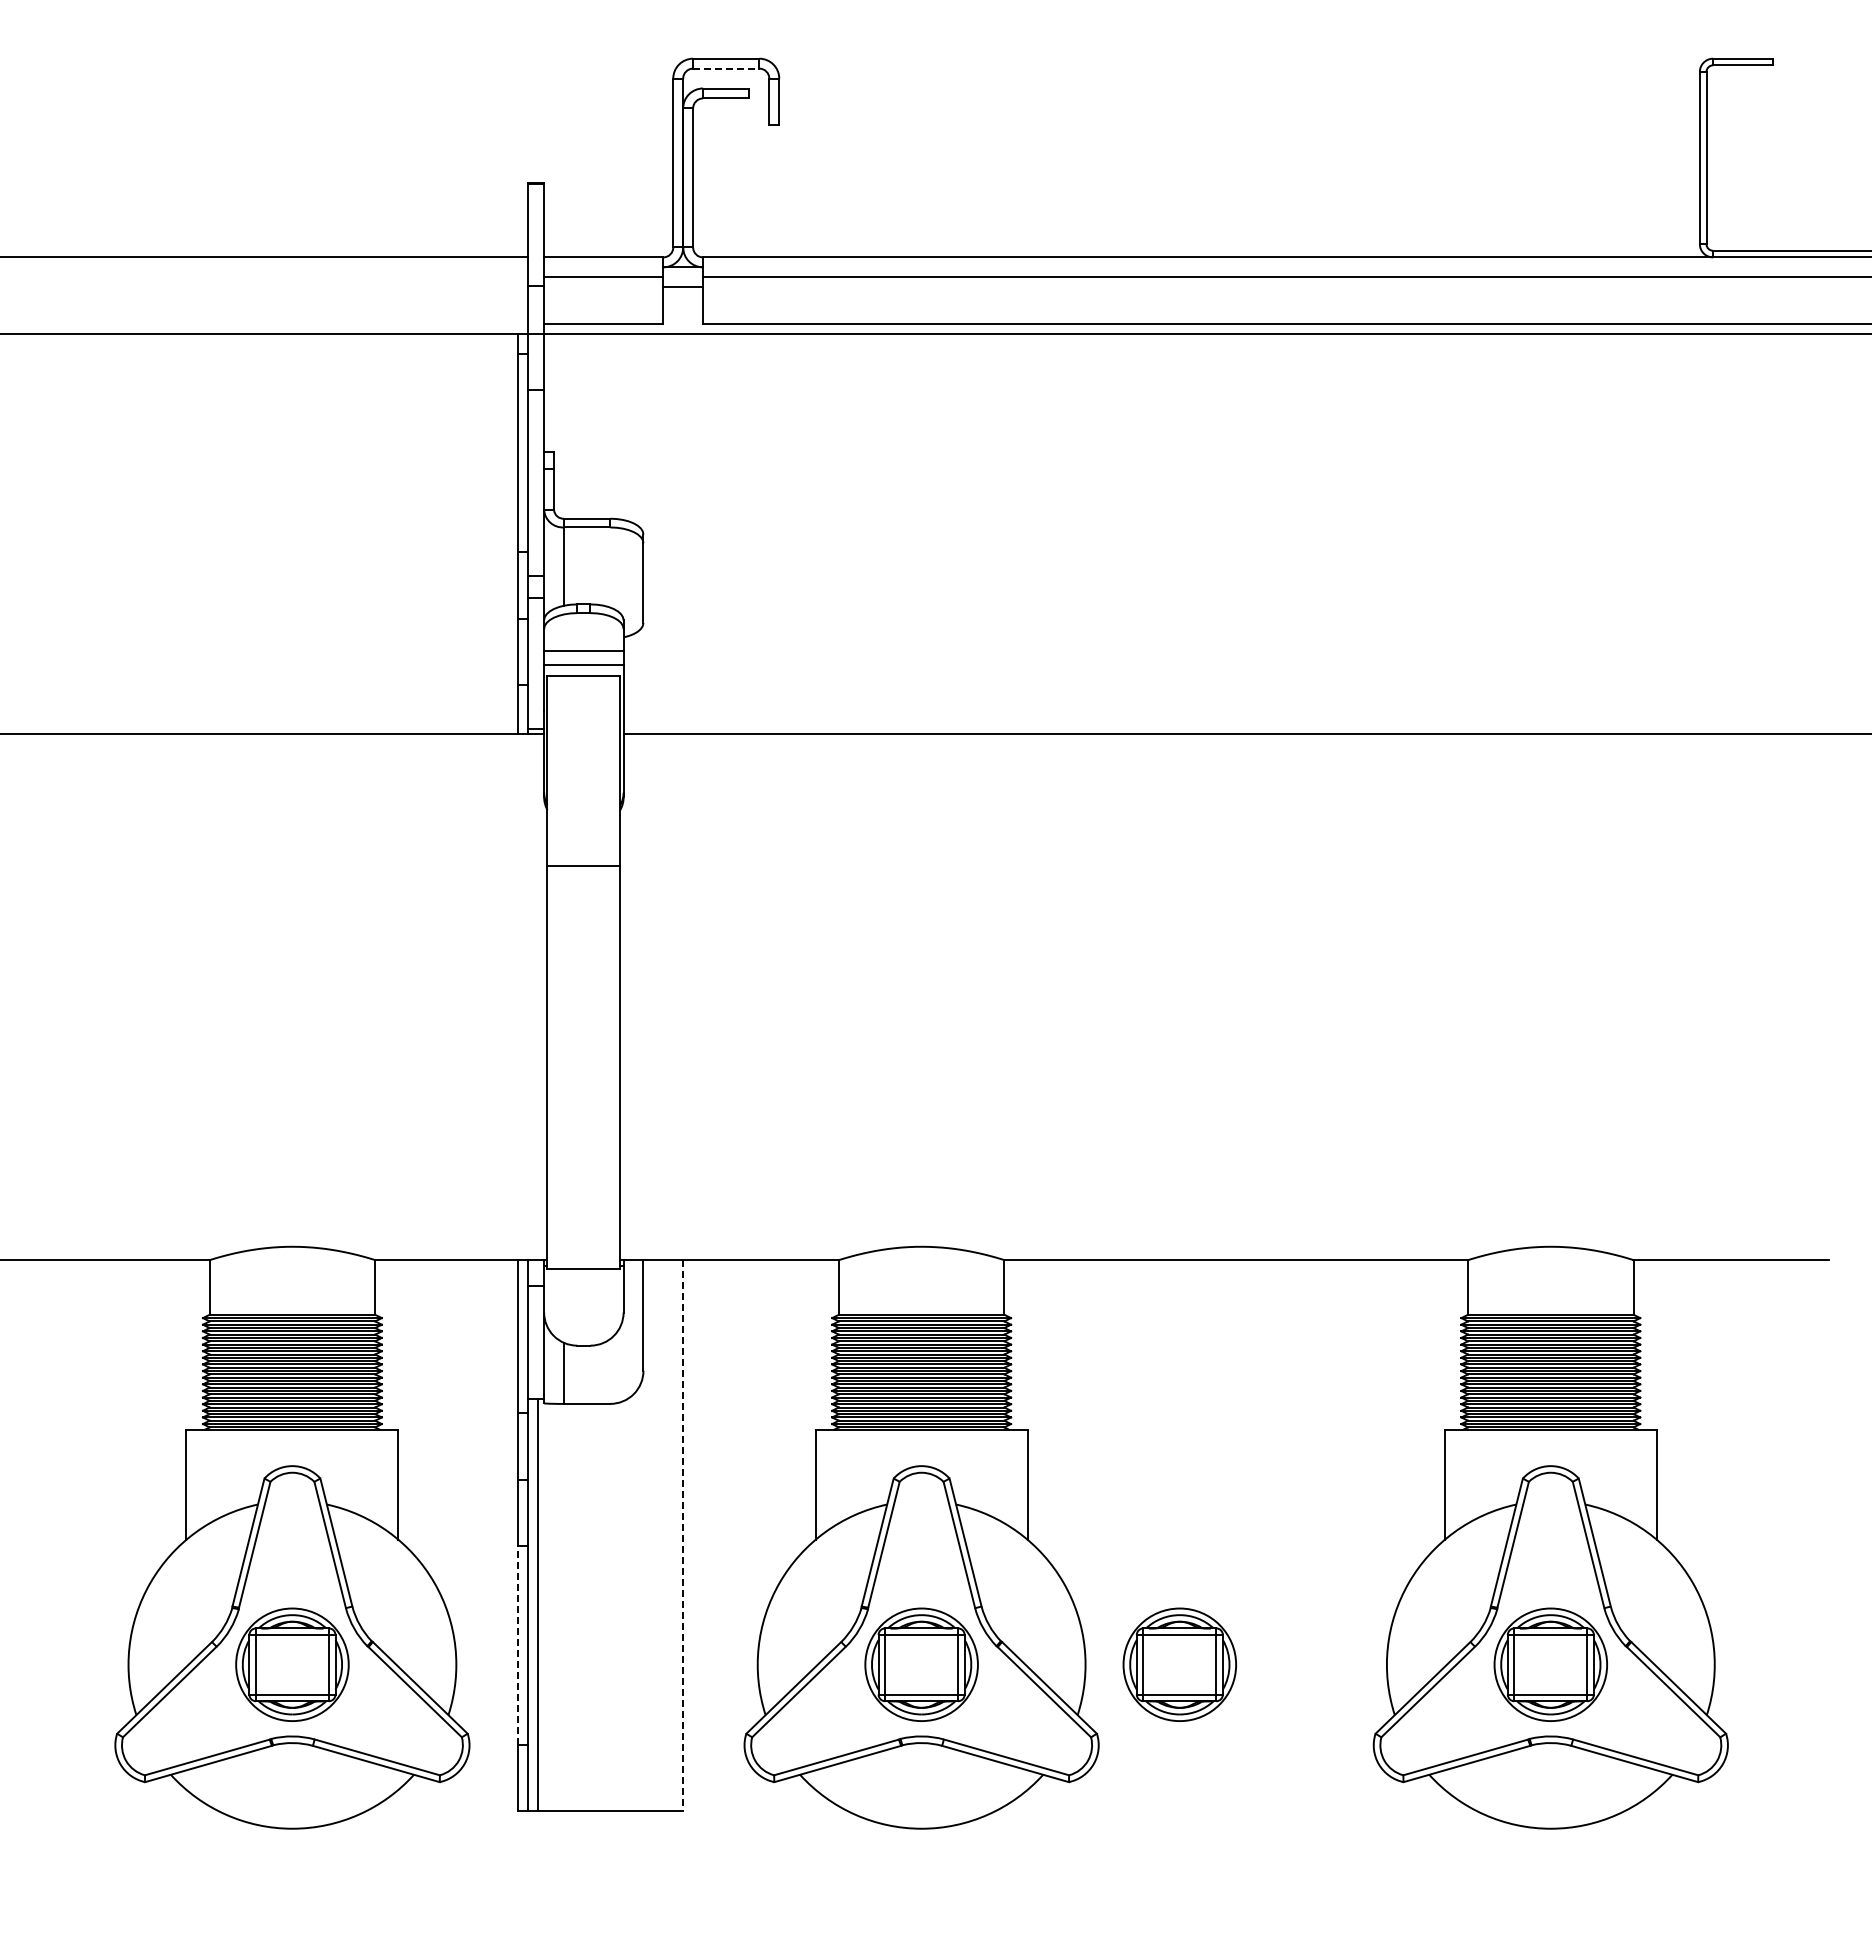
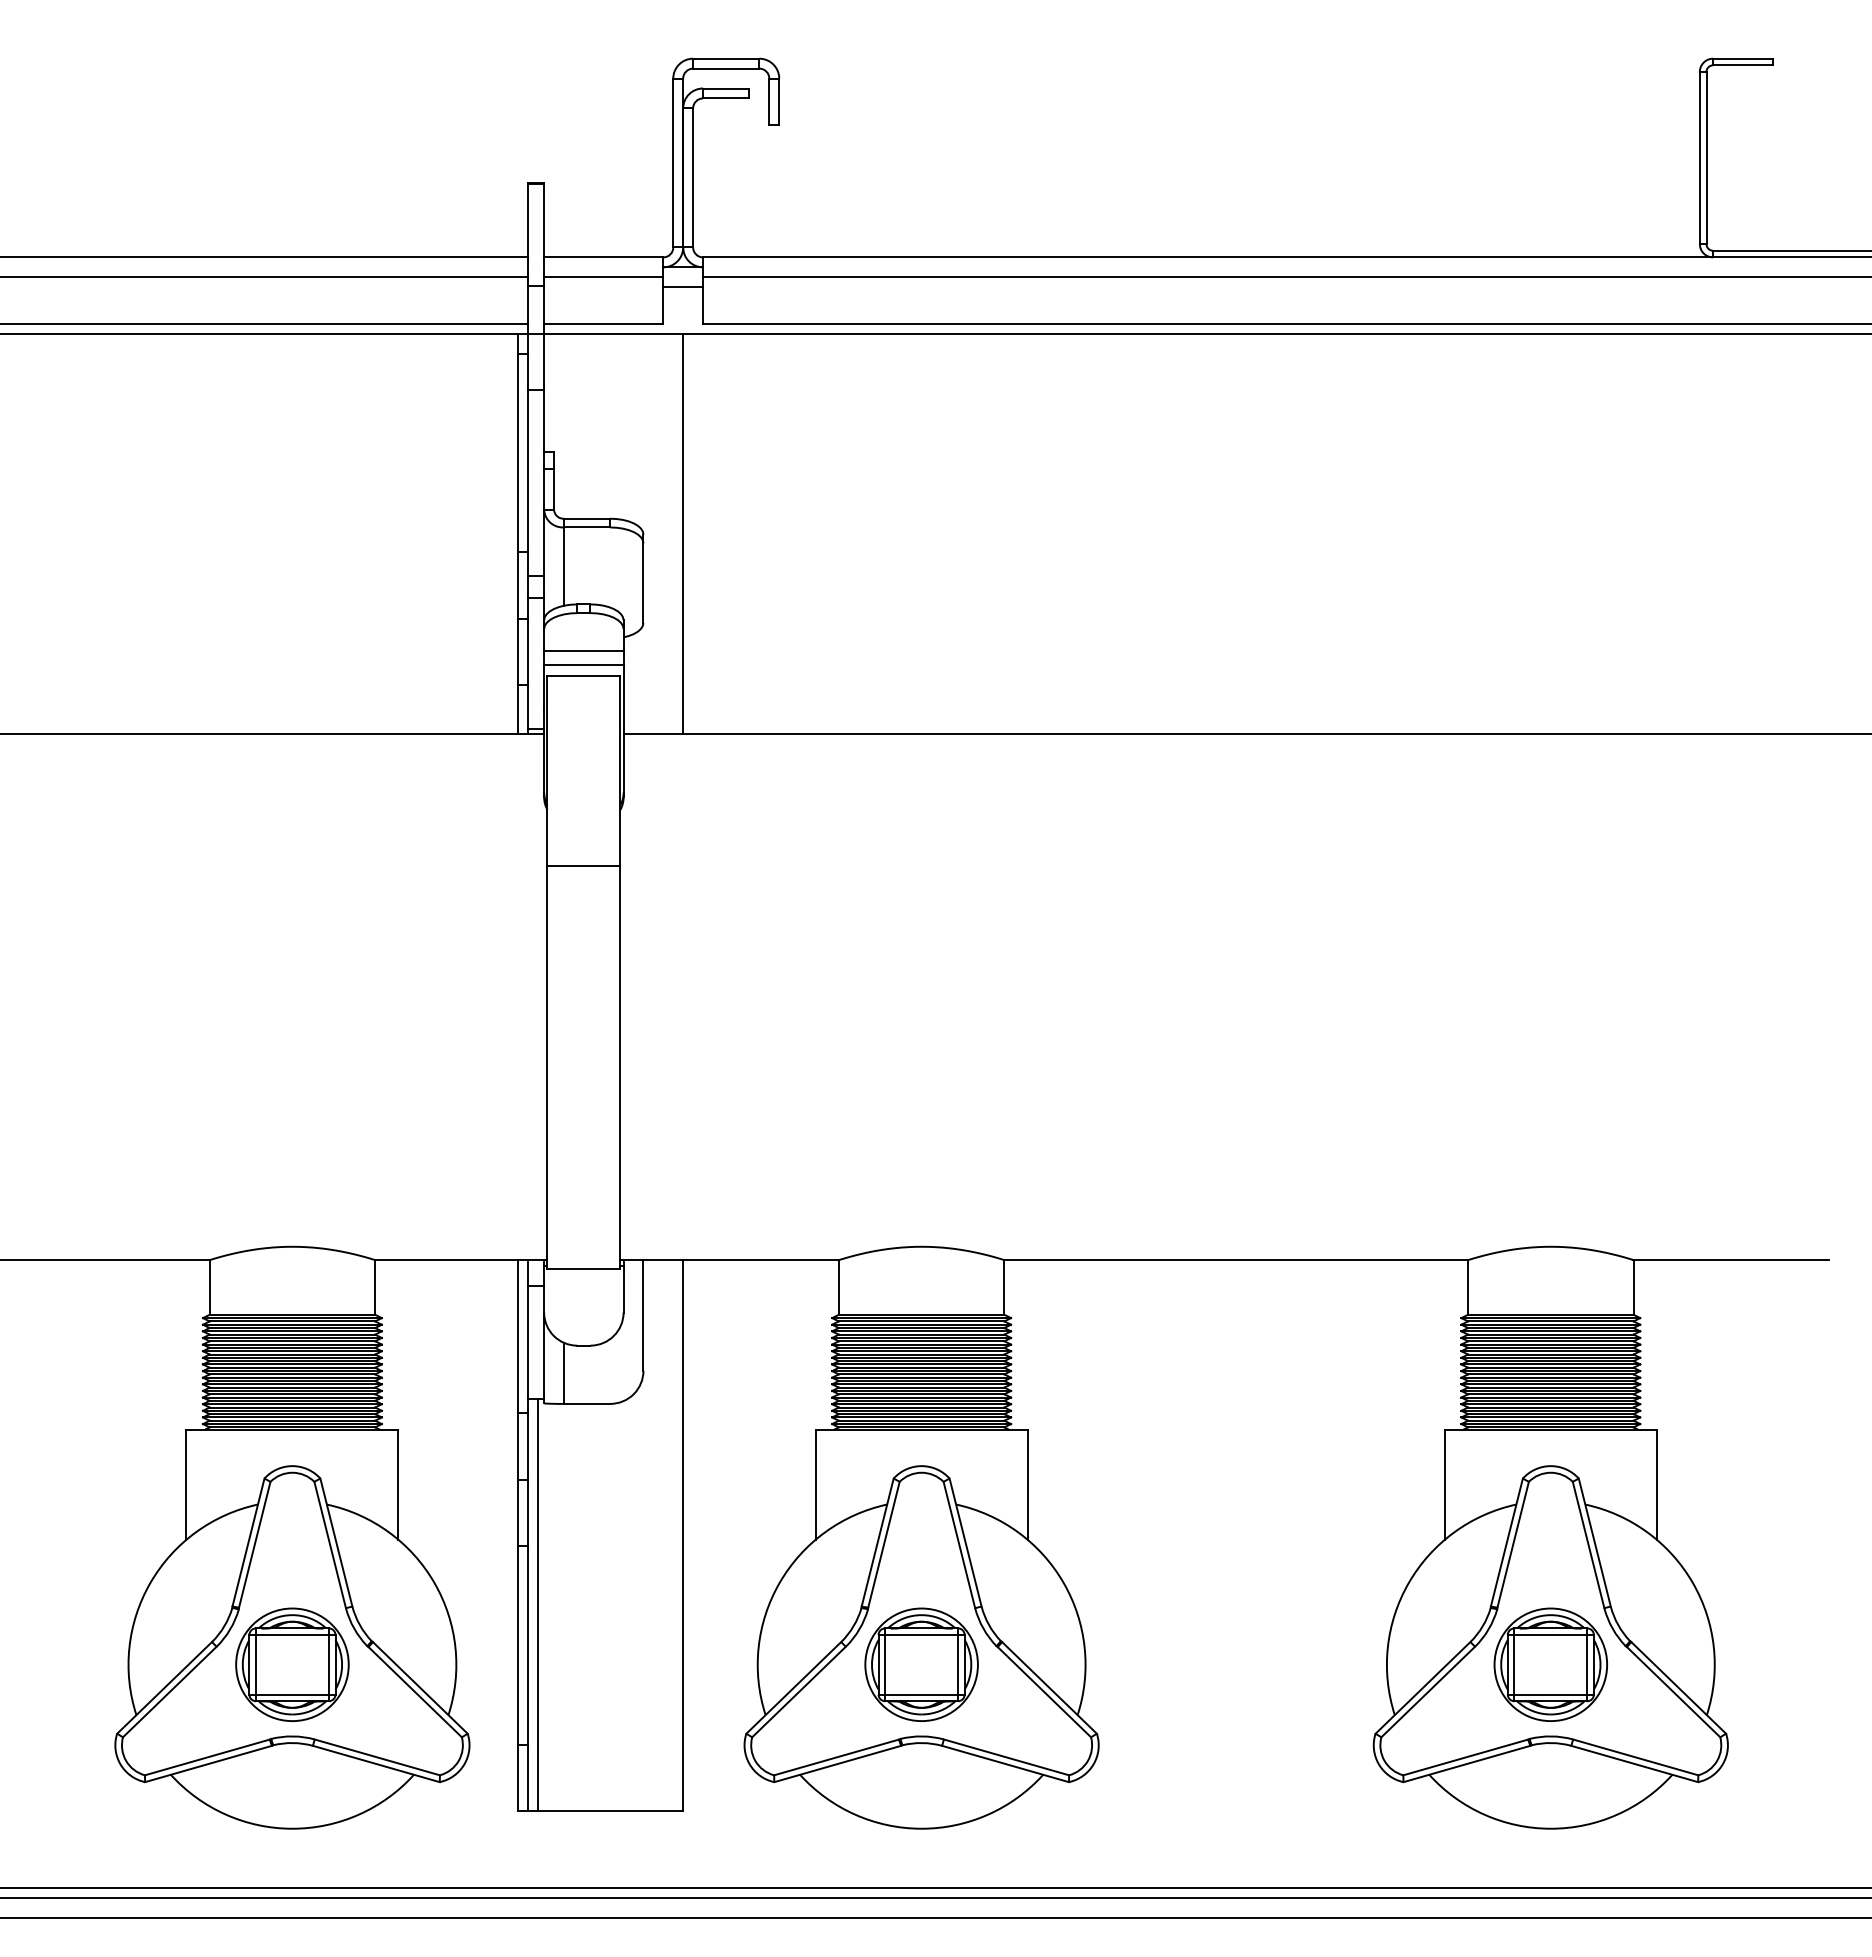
line at (726, 68): dashed -> solid
line at (264, 277): none -> present
line at (264, 323): none -> present
line at (683, 533): none -> present
line at (683, 1536): dashed -> solid
line at (517, 1644): dashed -> solid
part at (1179, 1664): present -> none
line at (935, 1888): none -> present
line at (935, 1898): none -> present
line at (935, 1918): none -> present
